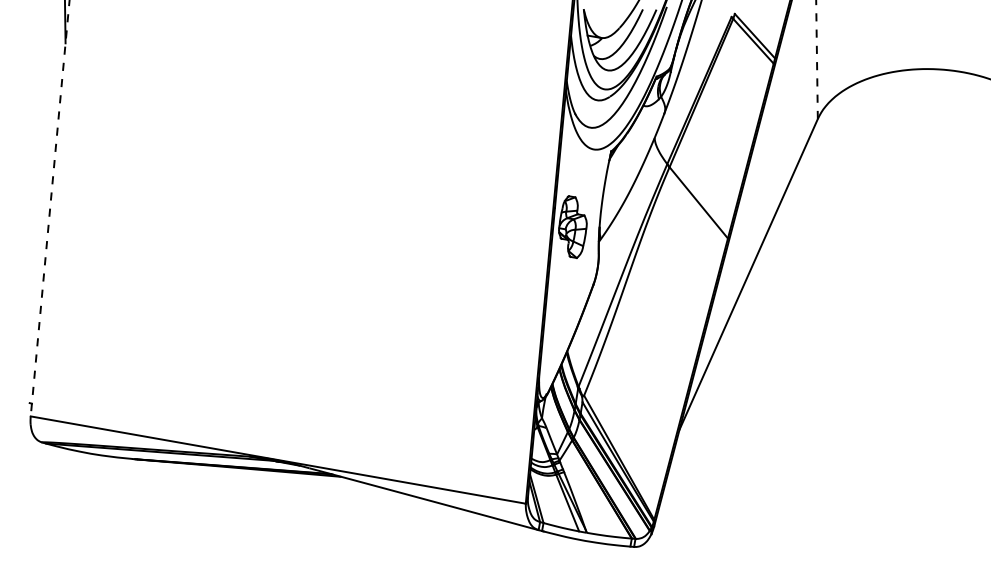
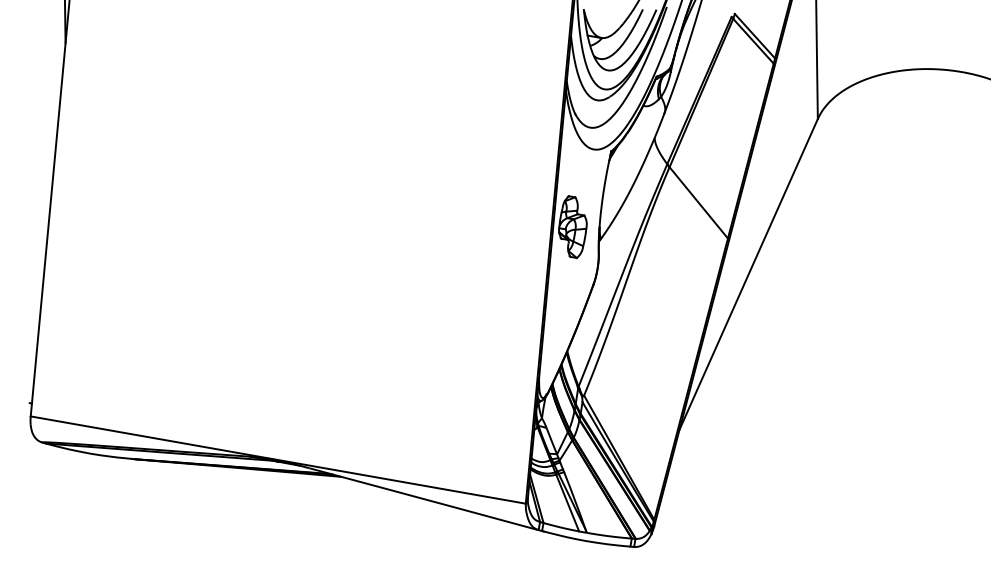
line at (817, 59): dashed -> solid
line at (50, 208): dashed -> solid
